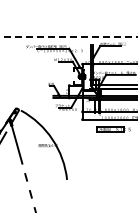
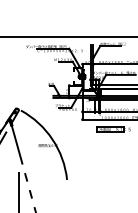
line at (69, 36): dashed -> solid
line at (18, 190): none -> present
